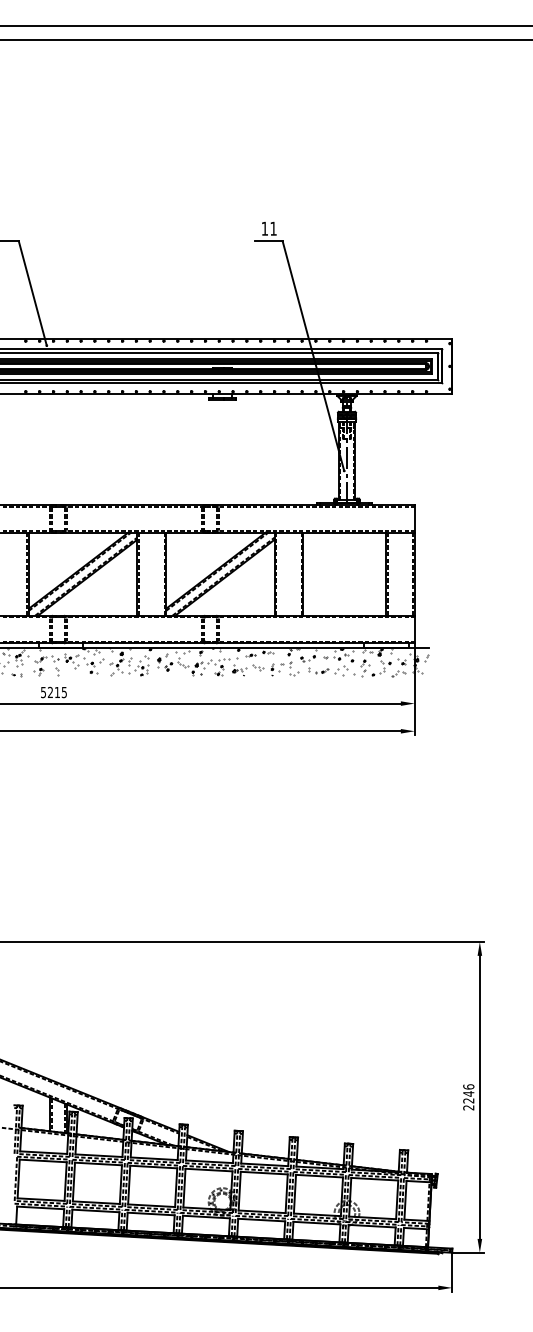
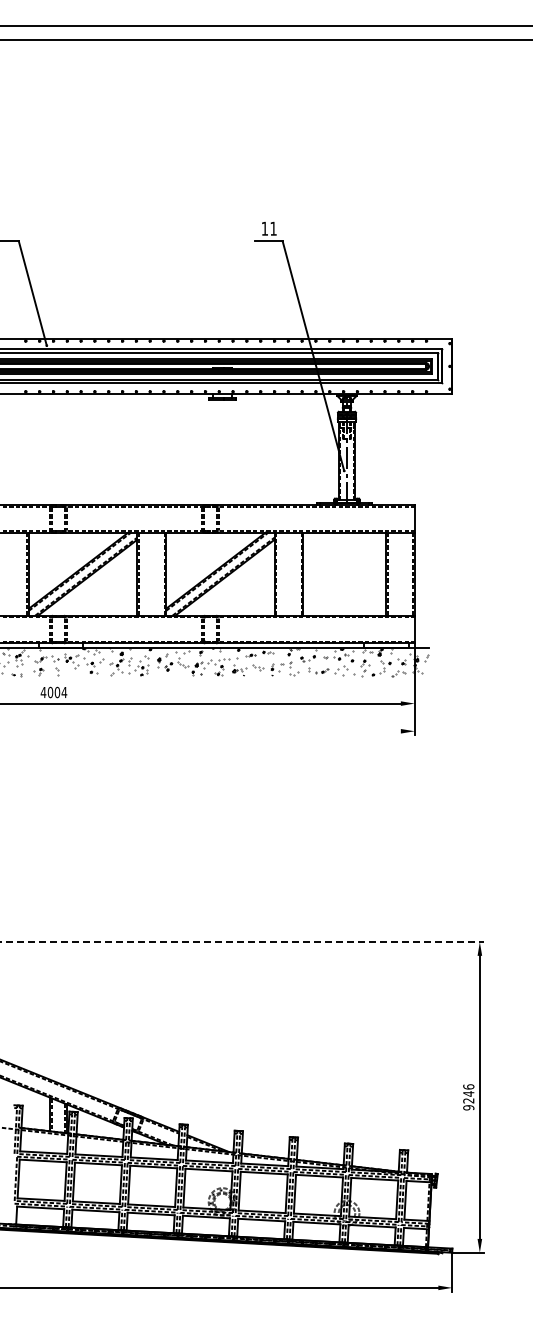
text at (53, 692): 5215 -> 4004
line at (201, 731): present -> none
line at (242, 942): solid -> dashed
text at (468, 1107): 2246 -> 9246
